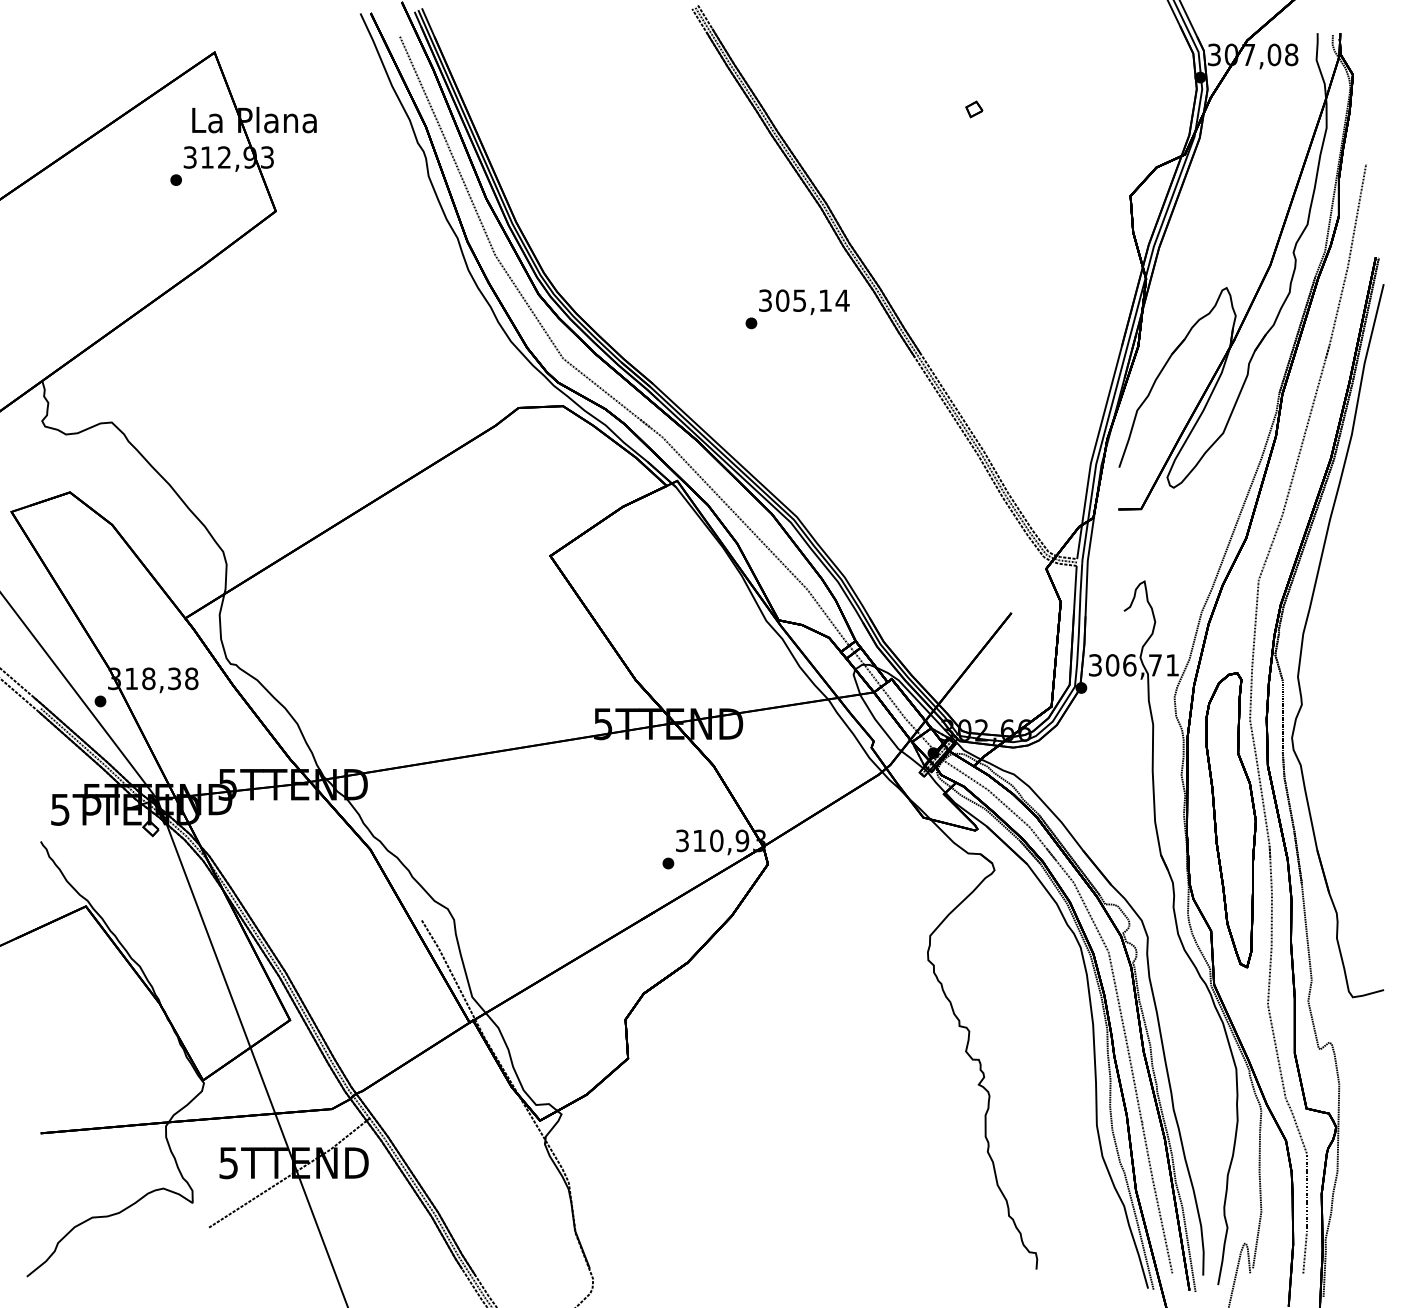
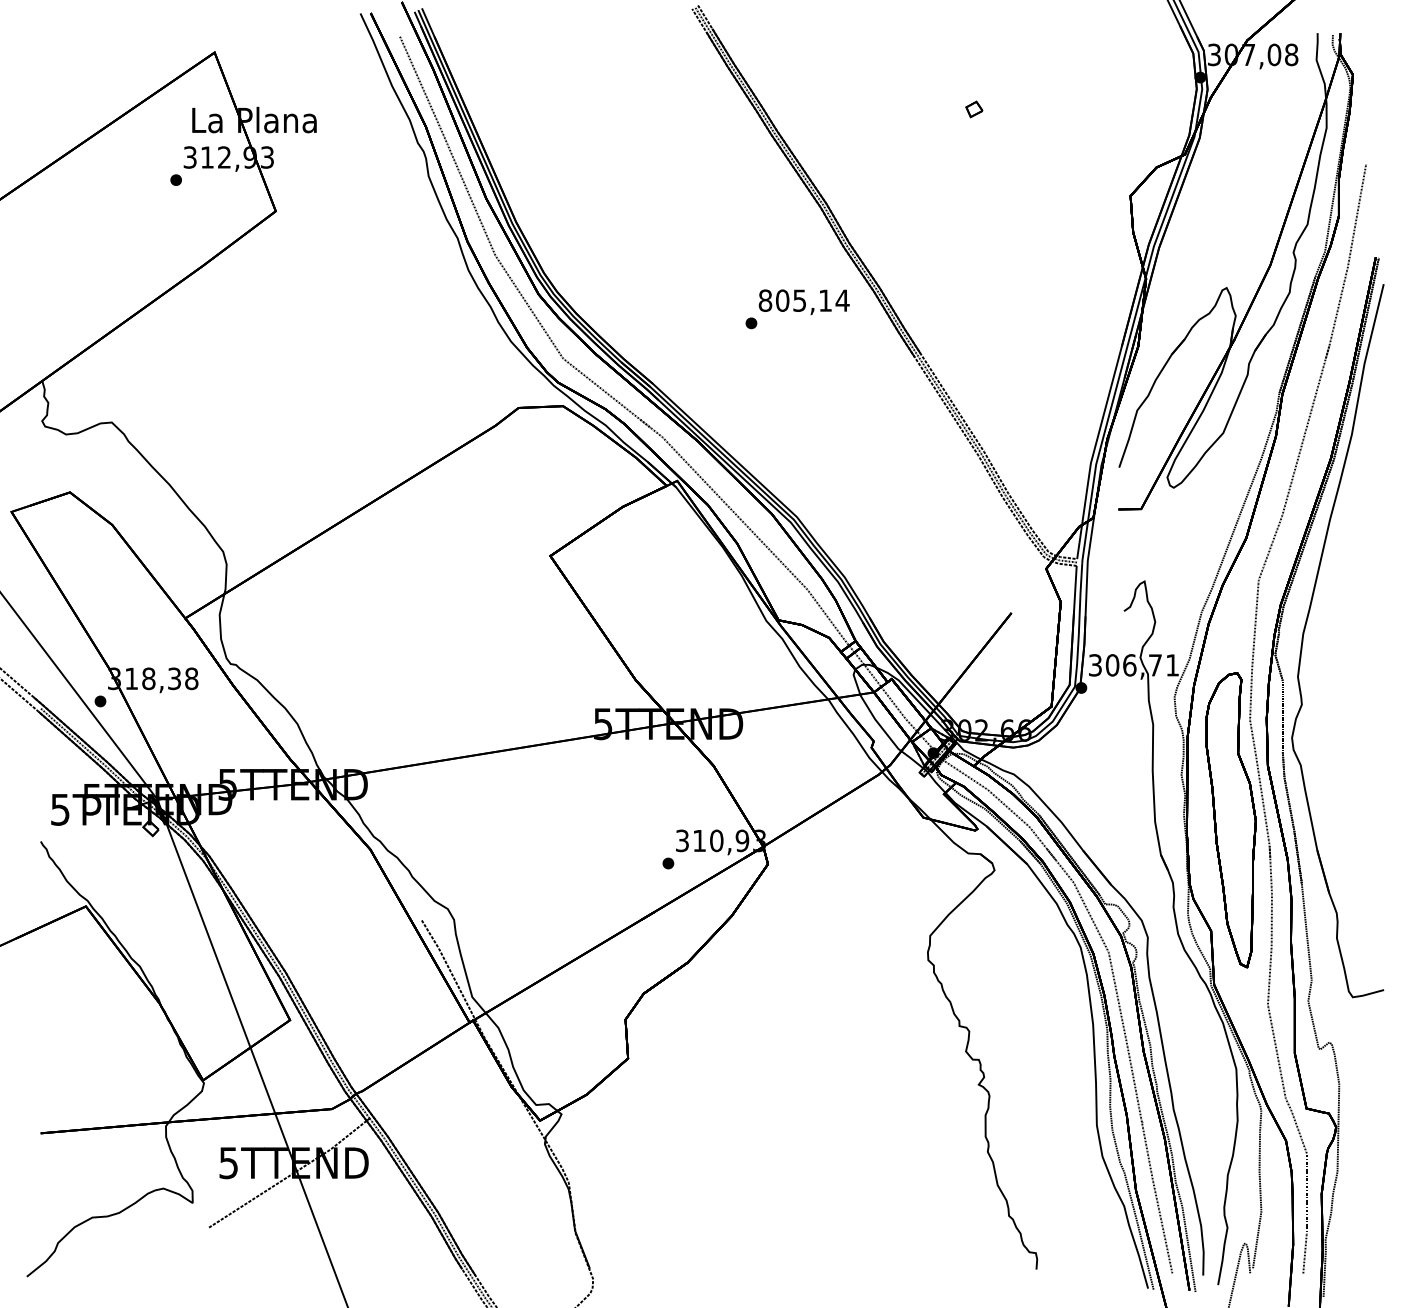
text at (765, 300): 305,14 -> 805,14
